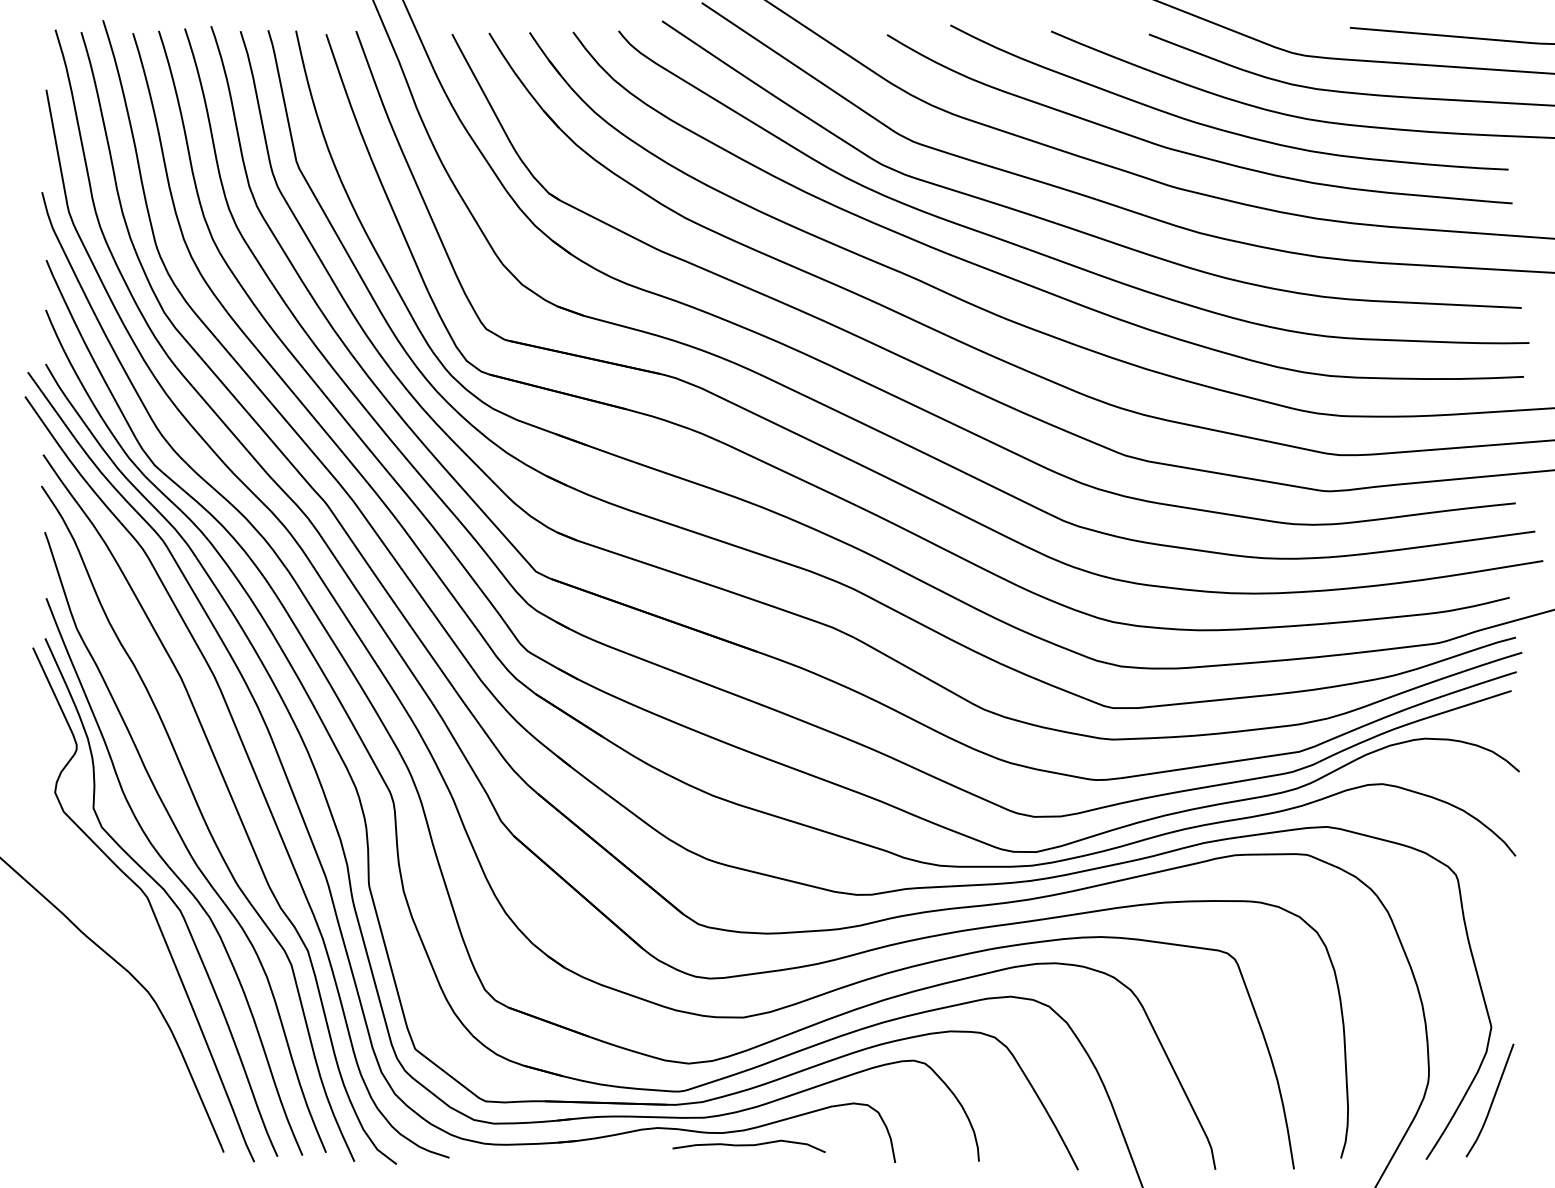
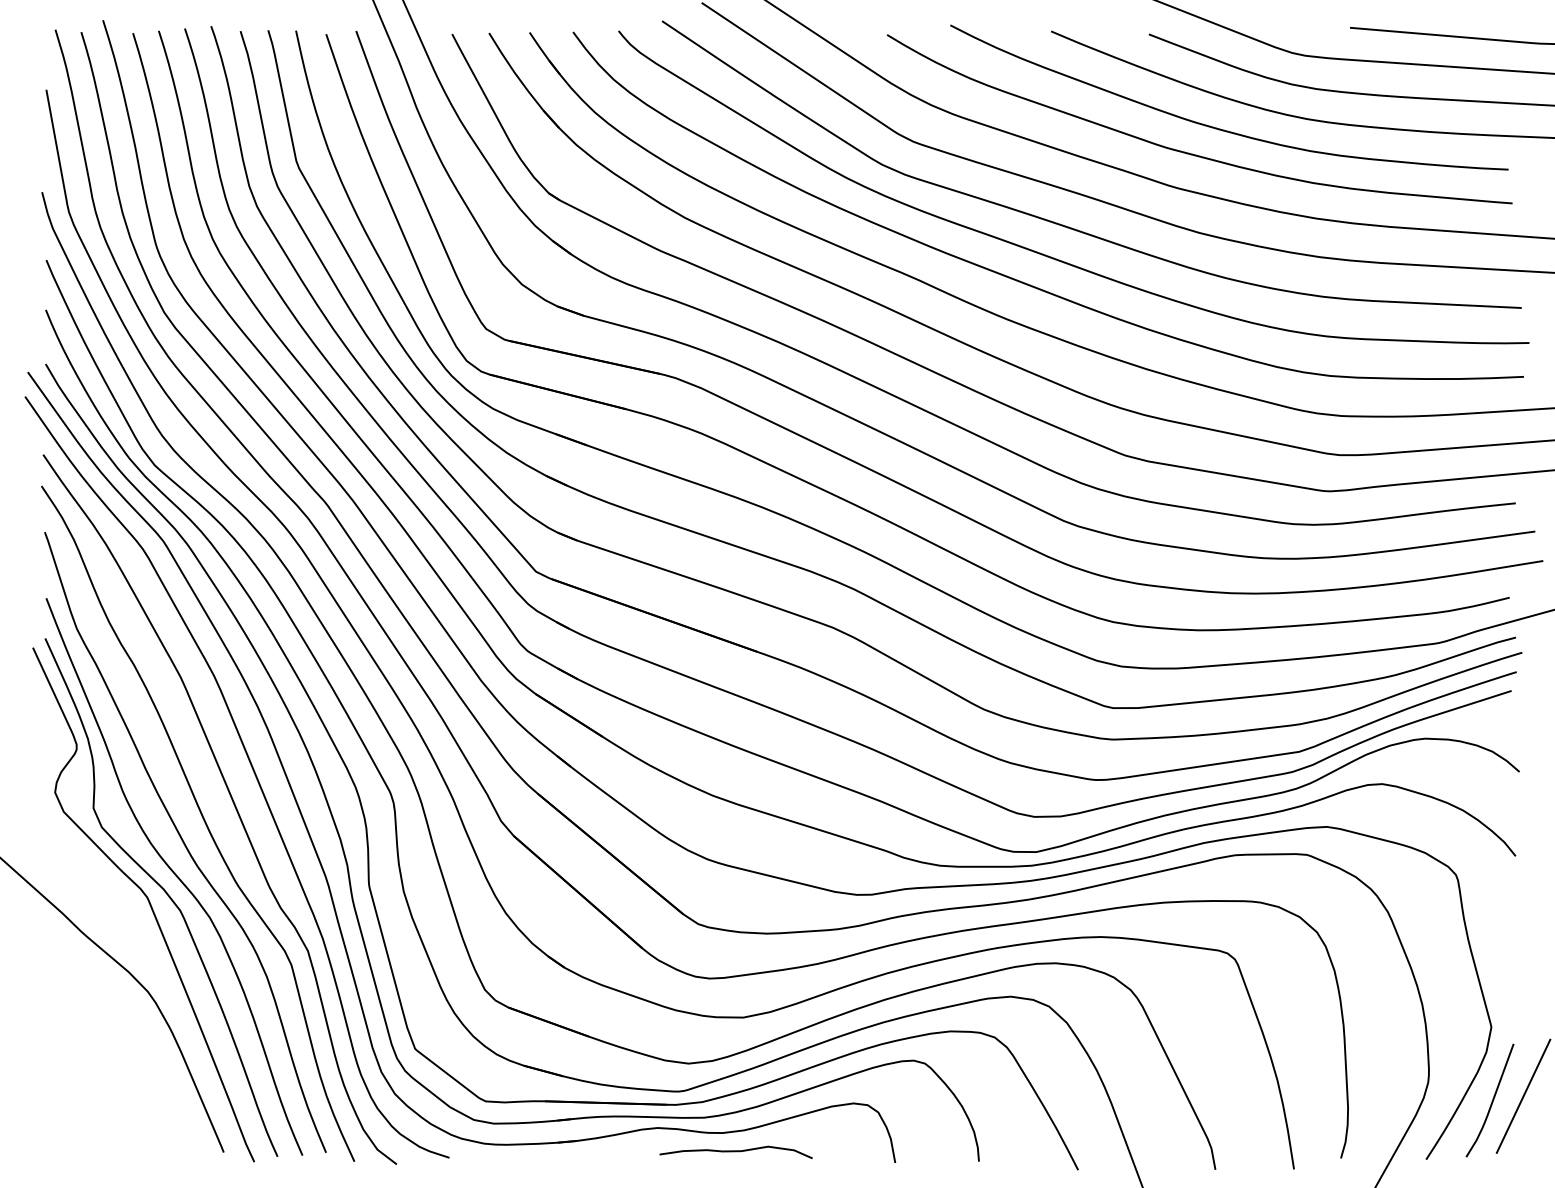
line at (1523, 1095): none -> present
curve at (748, 1145) position: (748, 1145) -> (735, 1151)
